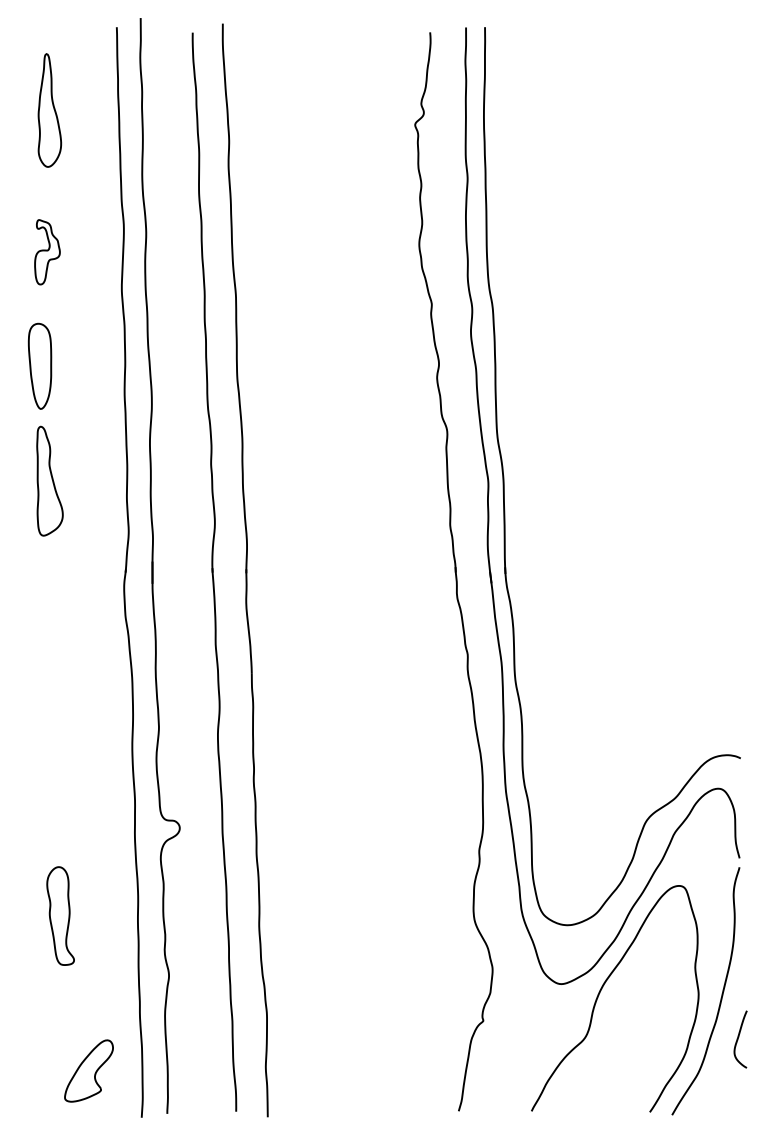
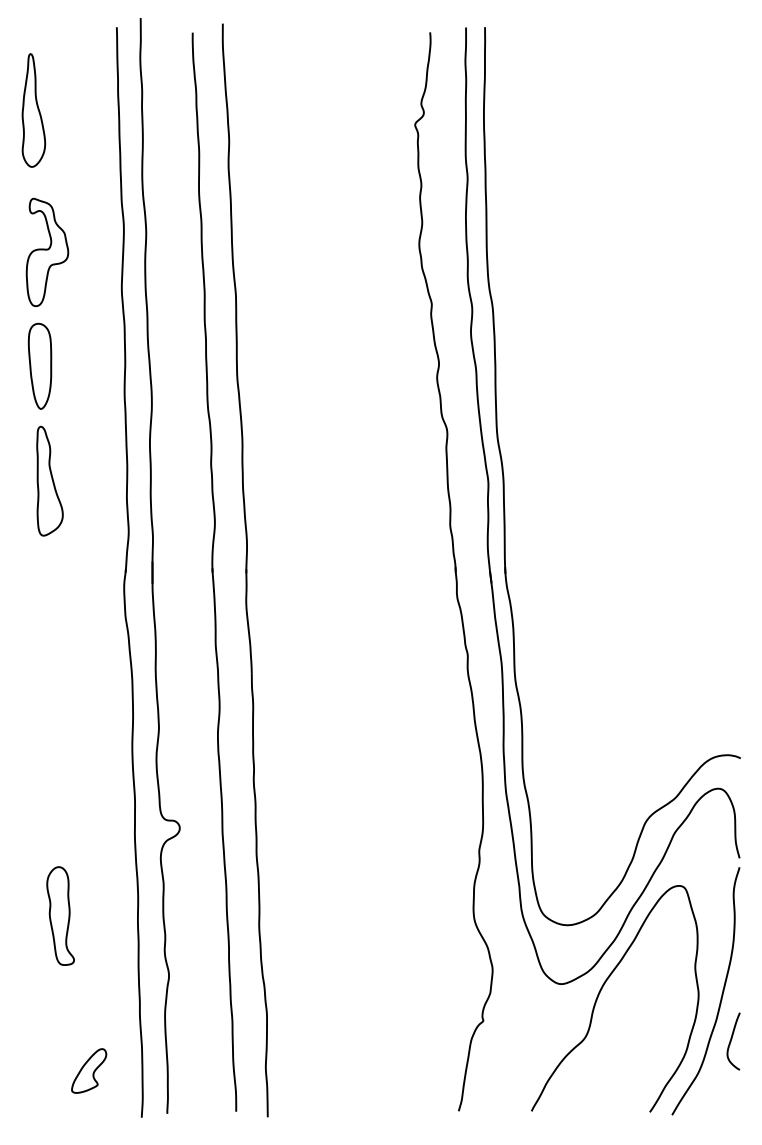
part at (49, 110) position: (49, 110) -> (33, 110)
part at (47, 252) size: 27x67 px -> 45x110 px
curve at (738, 1039) position: (738, 1039) -> (731, 1041)
part at (88, 1070) size: 50x64 px -> 37x46 px
